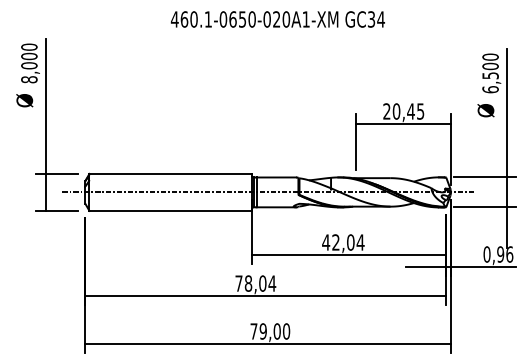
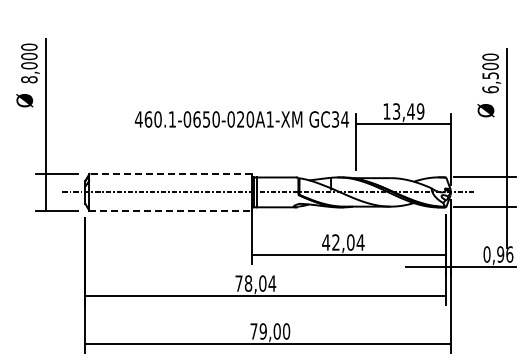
text at (277, 19) position: (277, 19) -> (241, 119)
text at (403, 111): 20,45 -> 13,49
line at (170, 173): solid -> dashed
line at (171, 210): solid -> dashed
